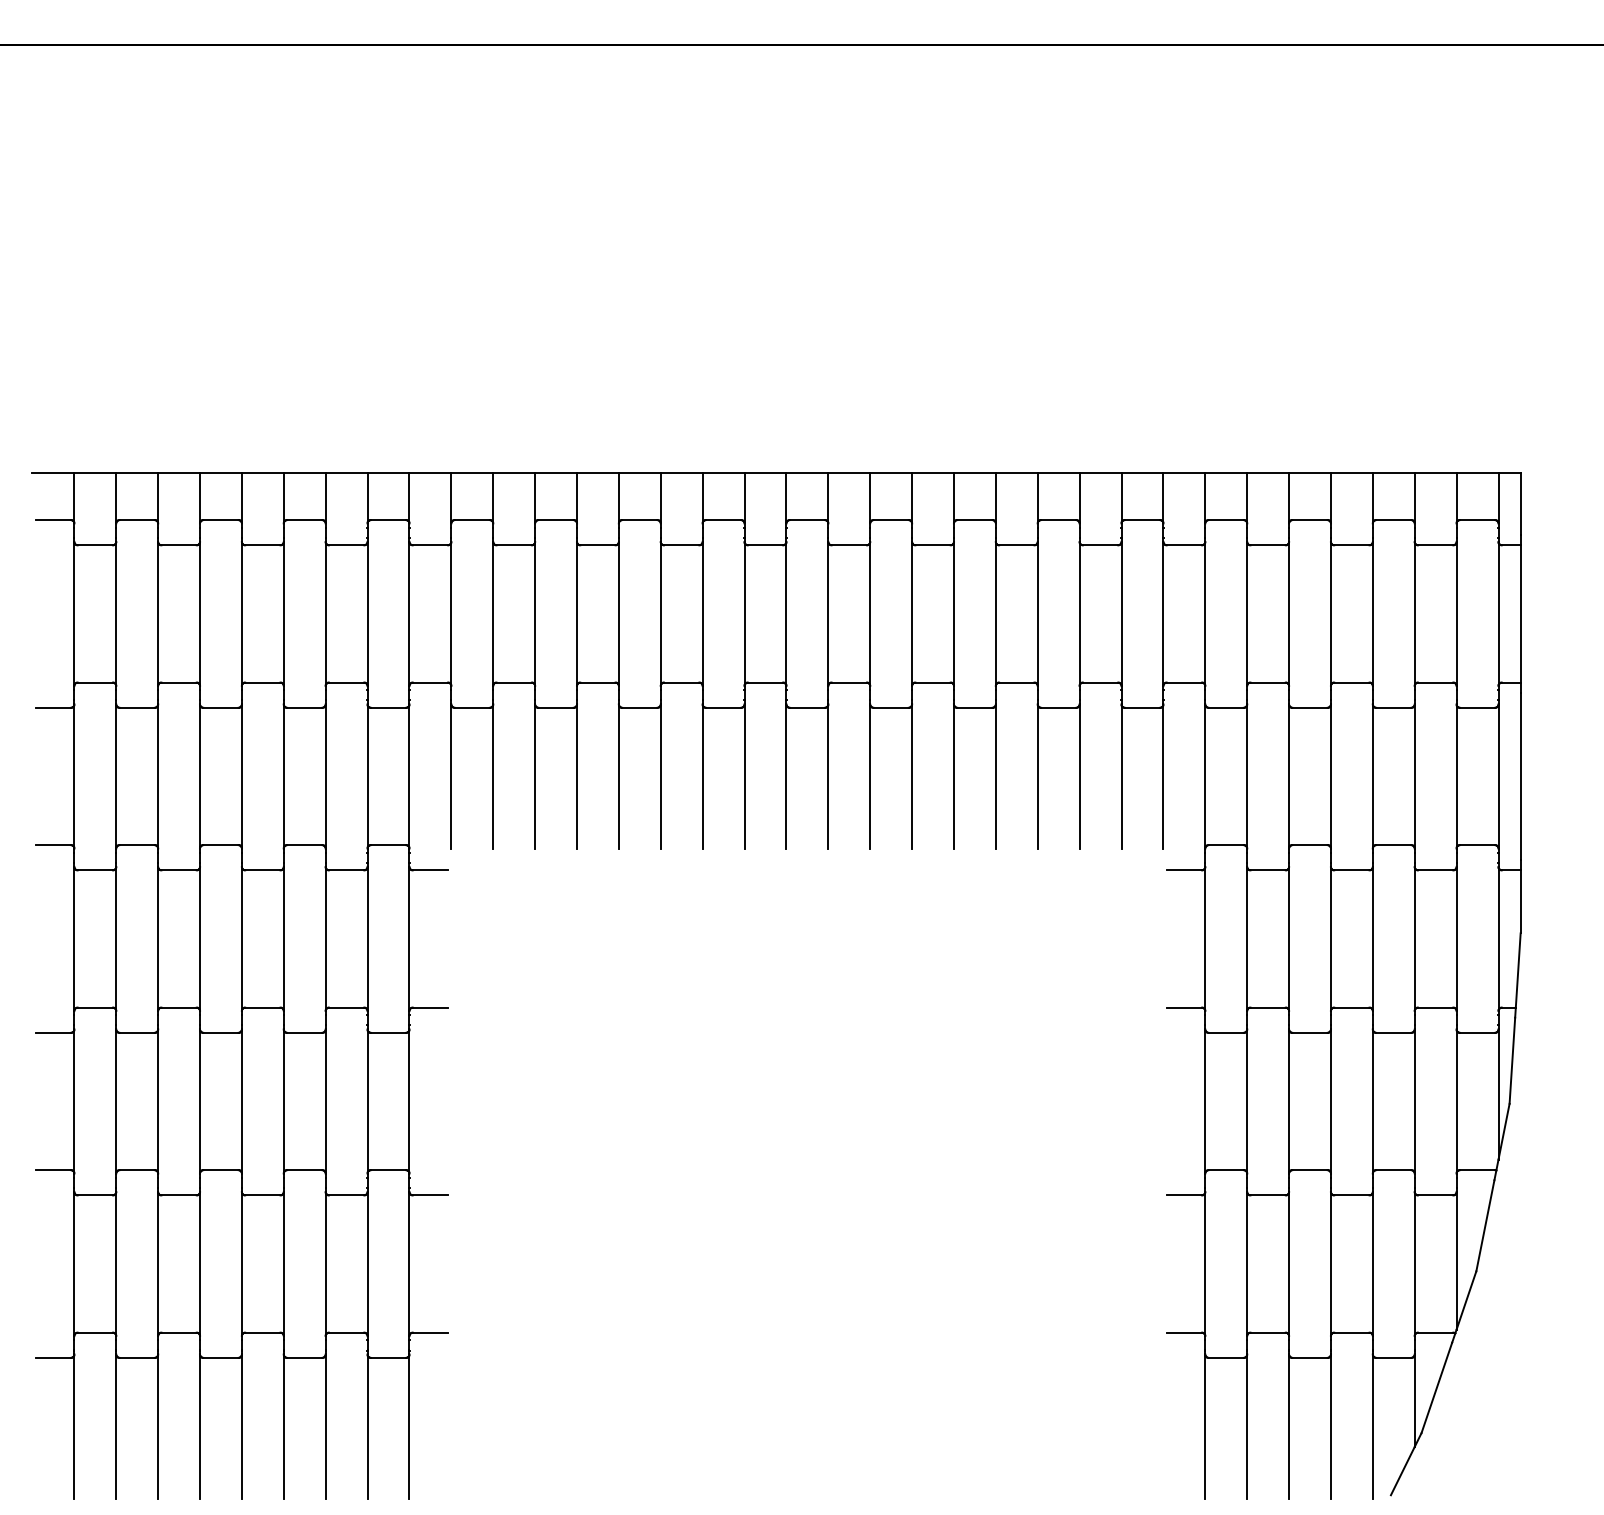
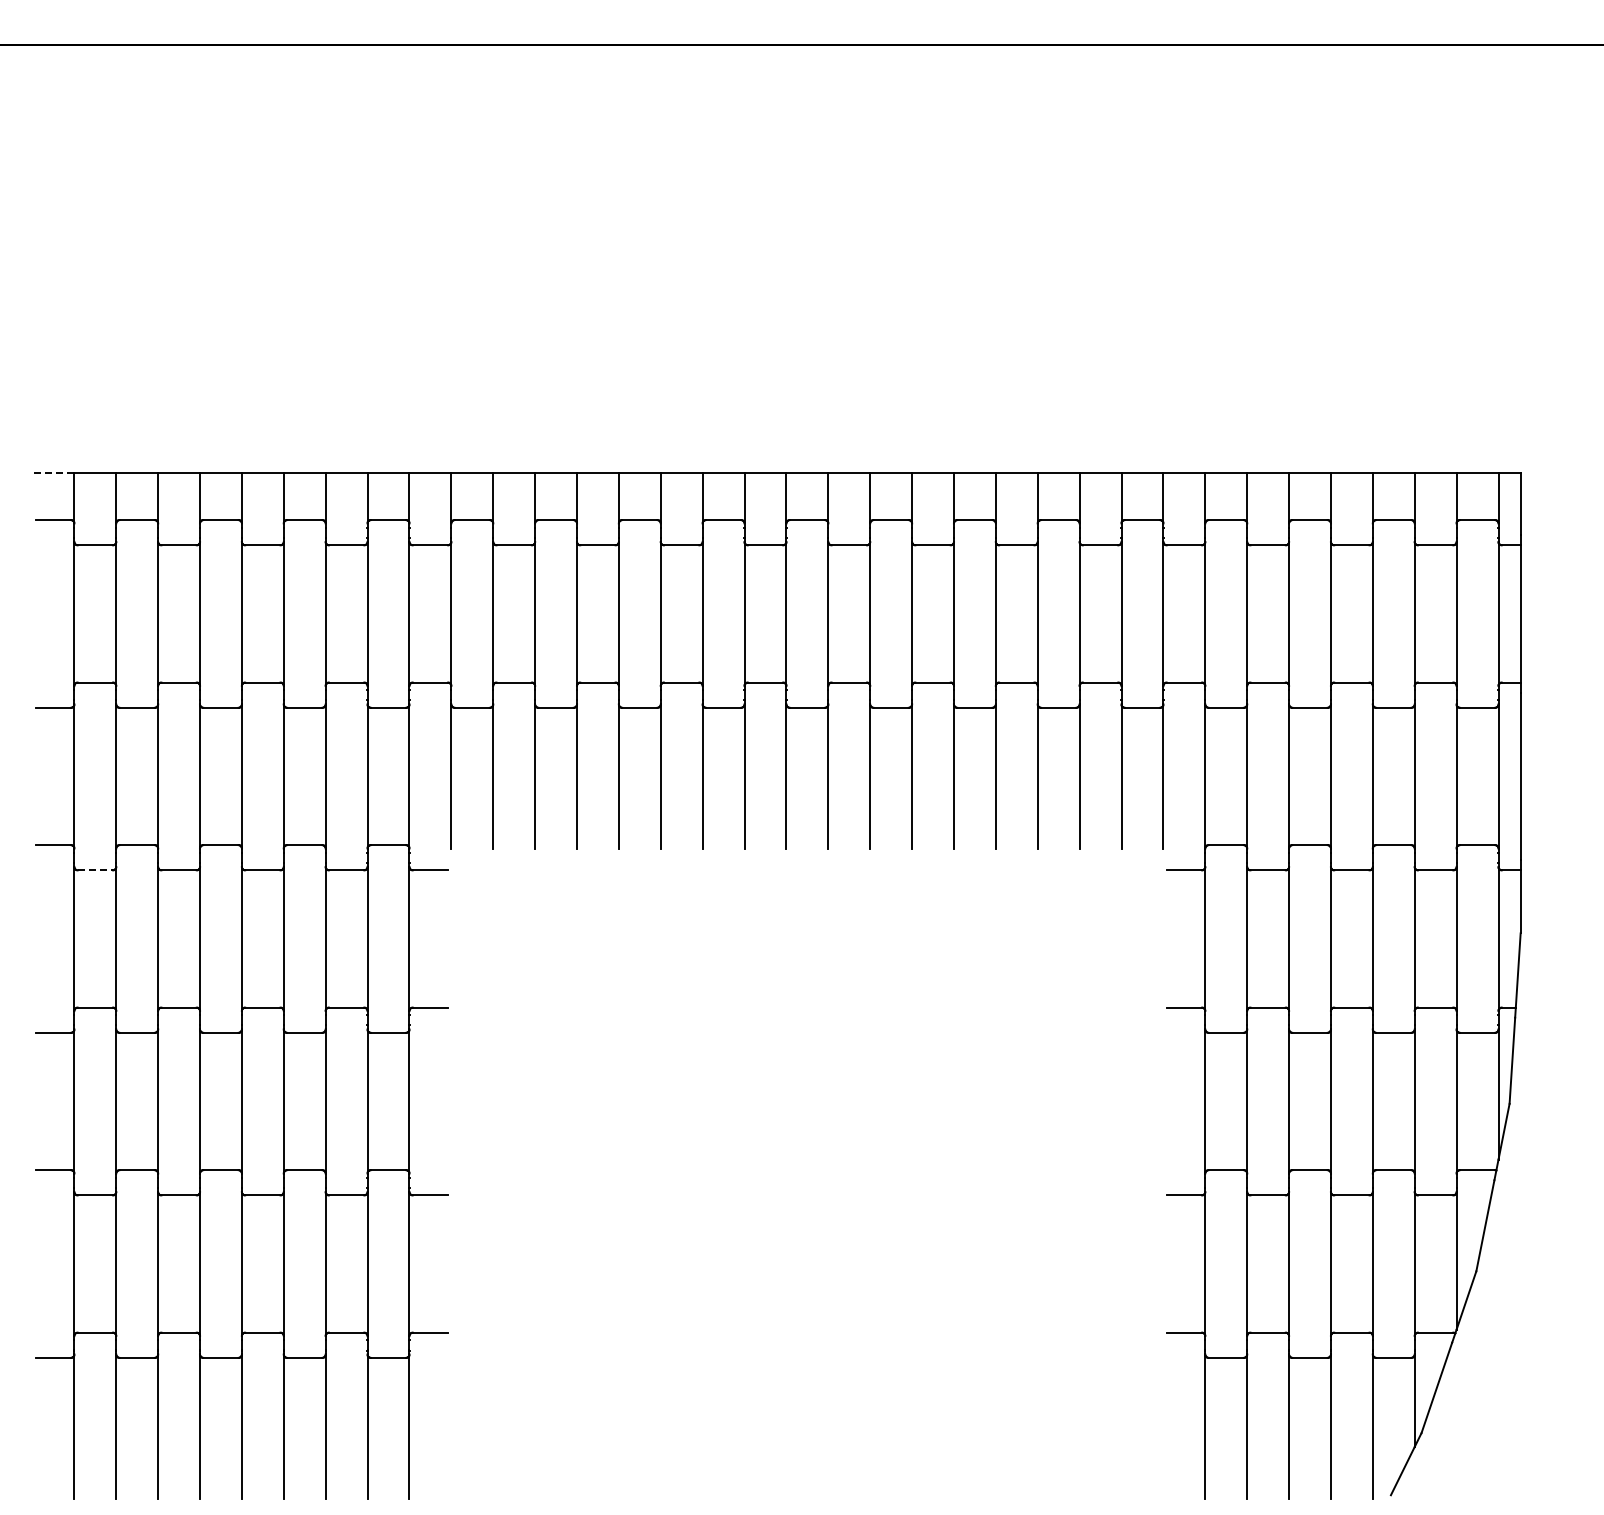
line at (53, 472): solid -> dashed
line at (95, 870): solid -> dashed
